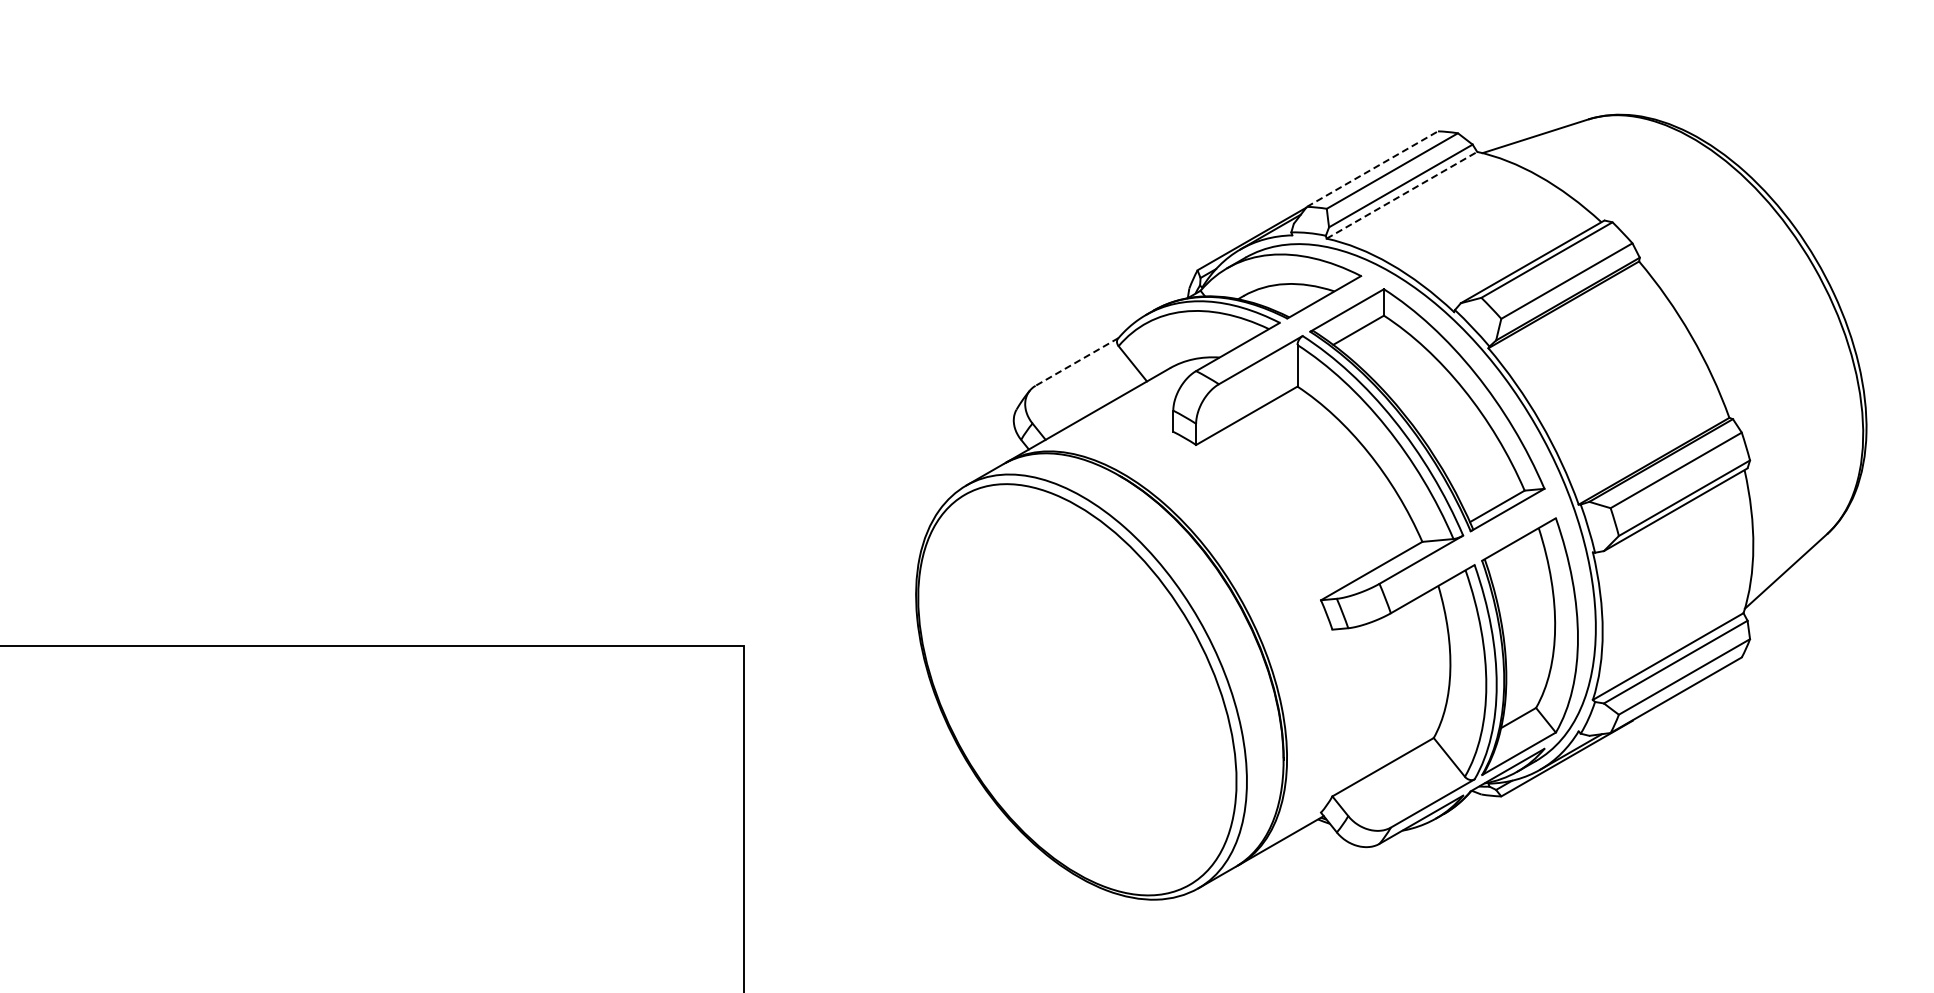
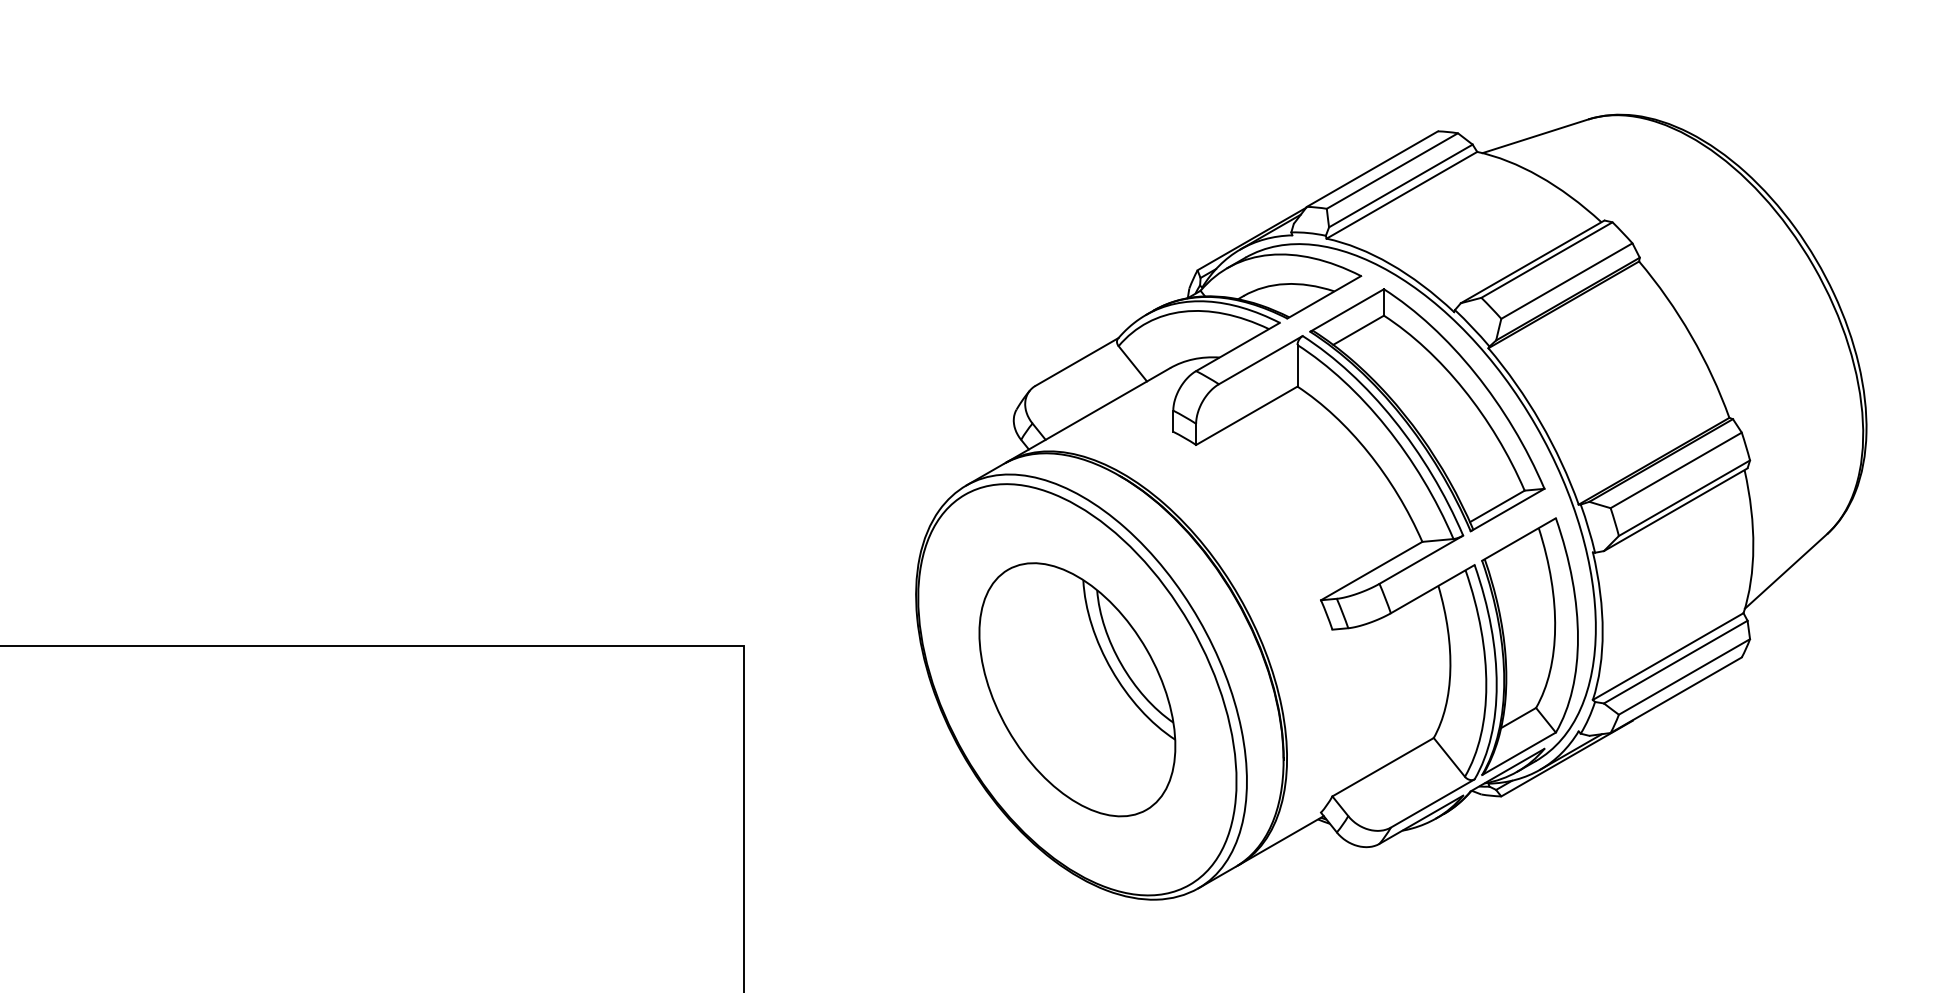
line at (1372, 169): dashed -> solid
line at (1401, 195): dashed -> solid
line at (1077, 361): dashed -> solid
part at (1077, 689): none -> present
